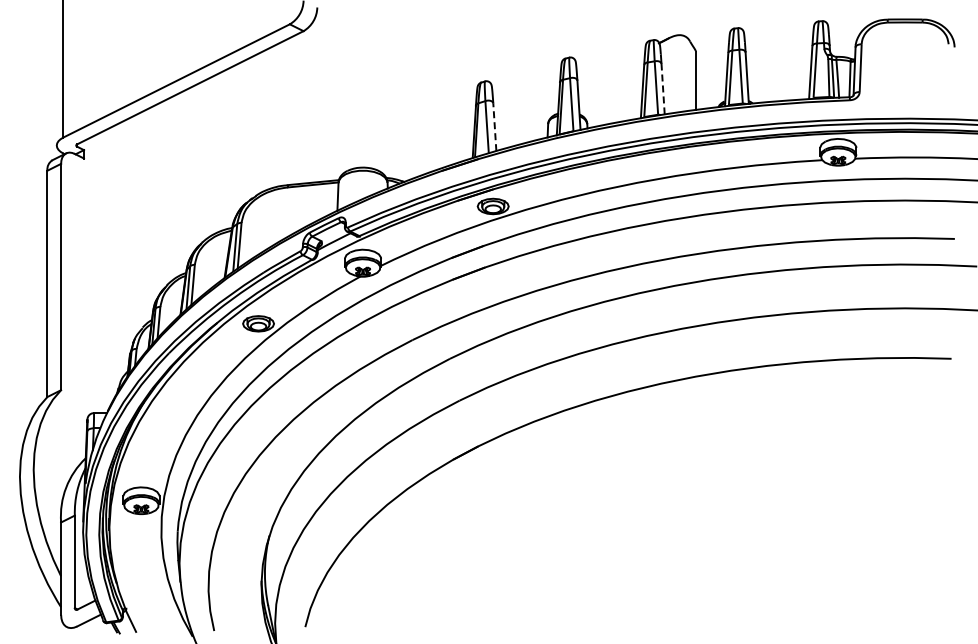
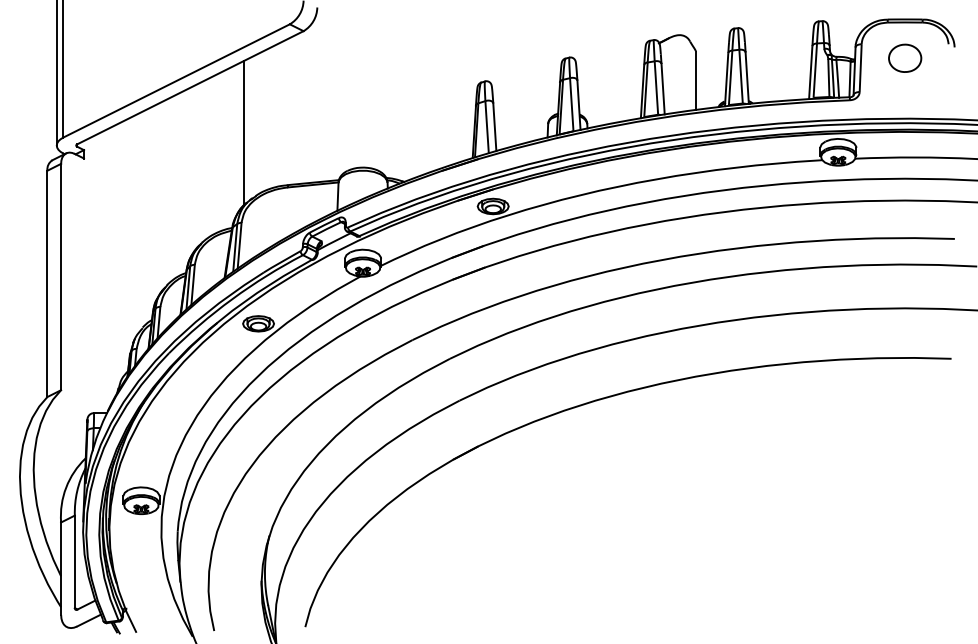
part at (905, 57): none -> present
line at (56, 73): none -> present
line at (663, 88): dashed -> solid
line at (494, 127): dashed -> solid
line at (244, 132): none -> present
